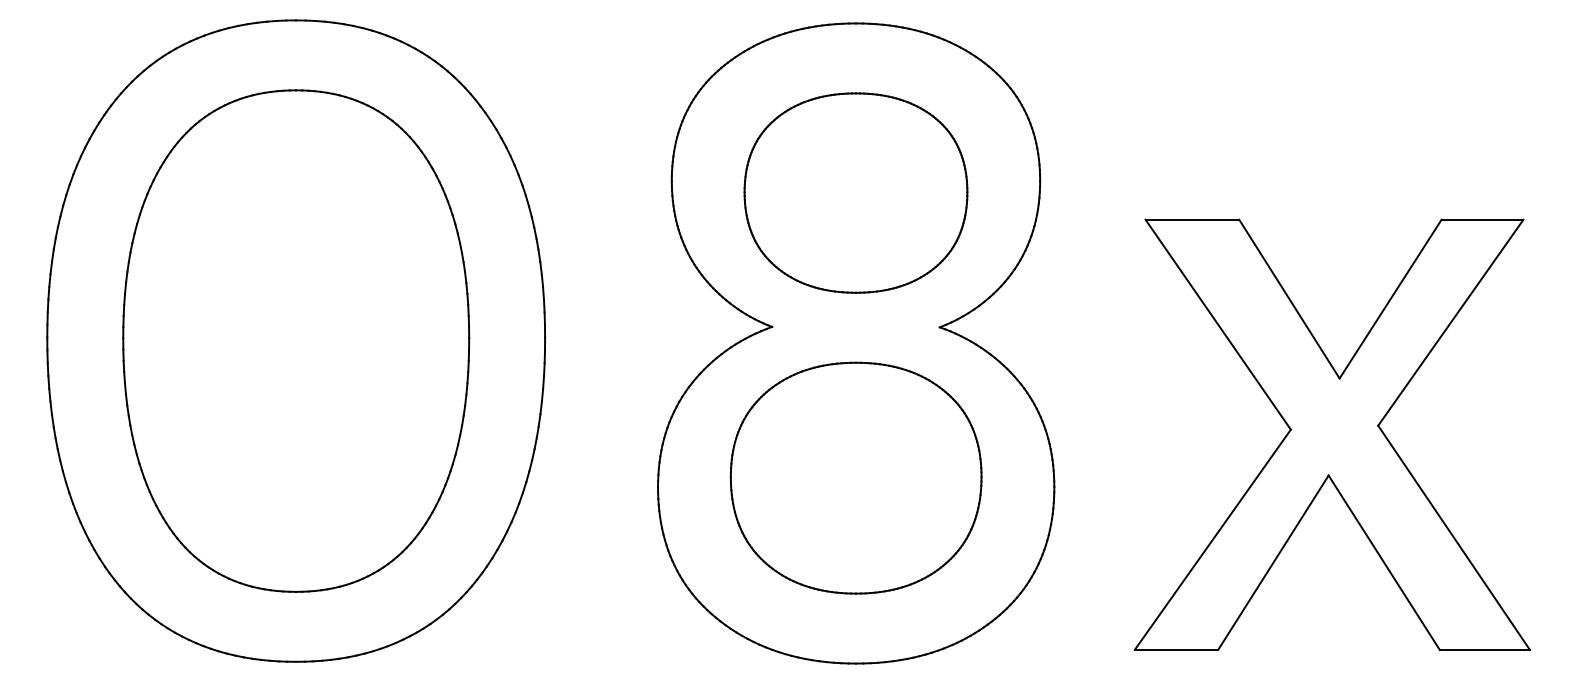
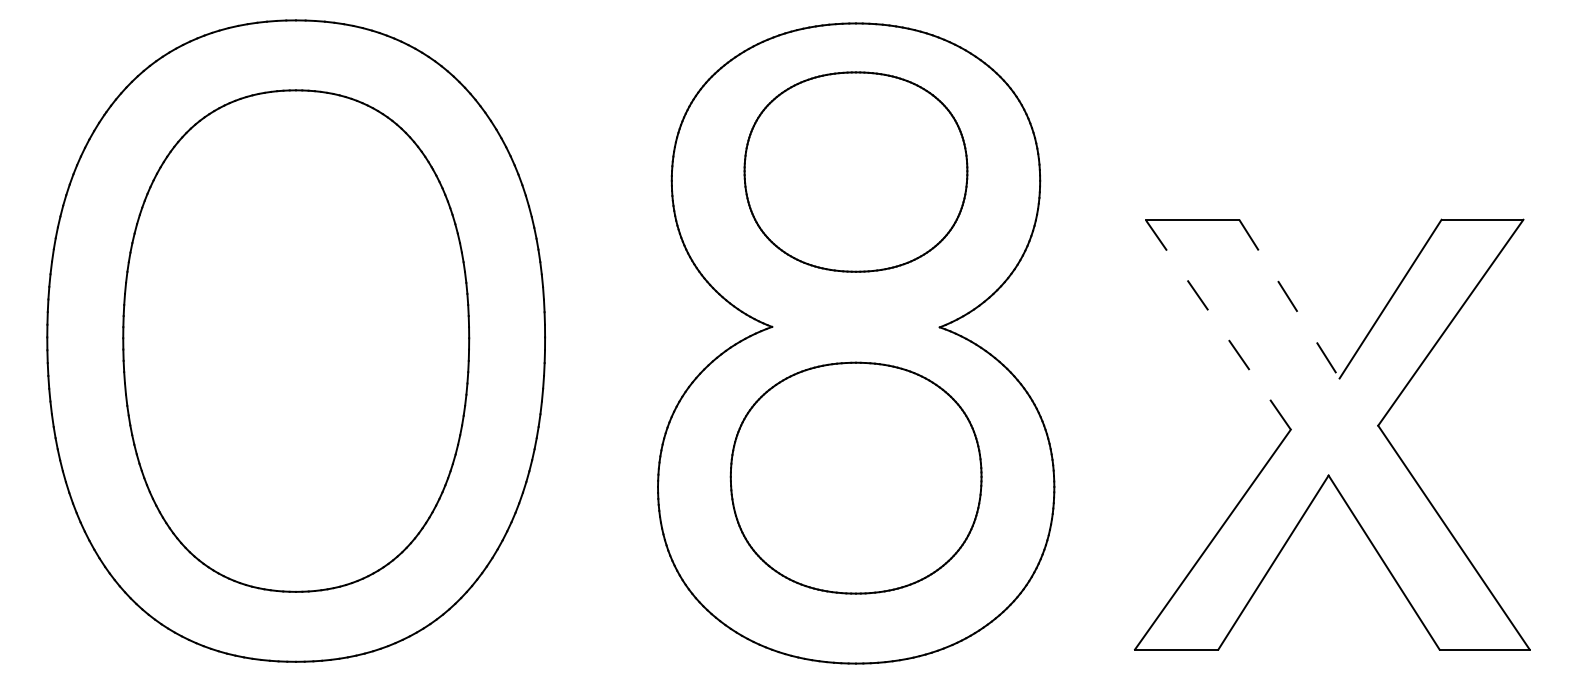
part at (855, 192) position: (855, 192) -> (855, 171)
line at (1289, 299): solid -> dashed
line at (1218, 324): solid -> dashed
